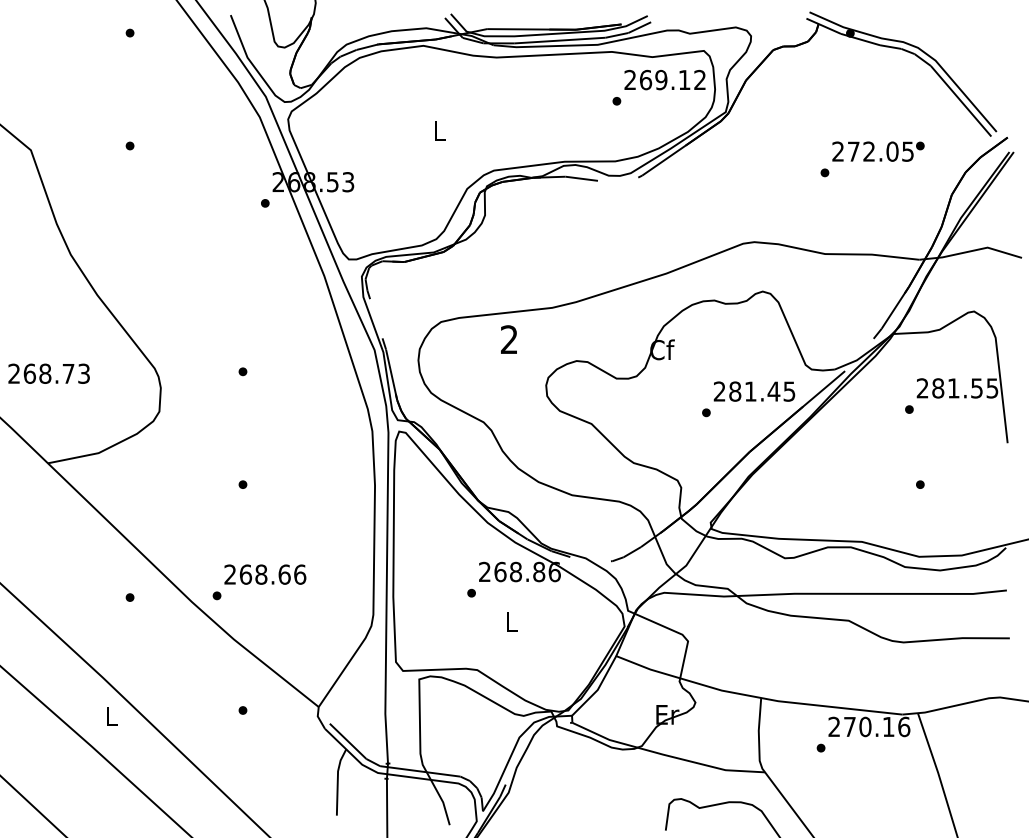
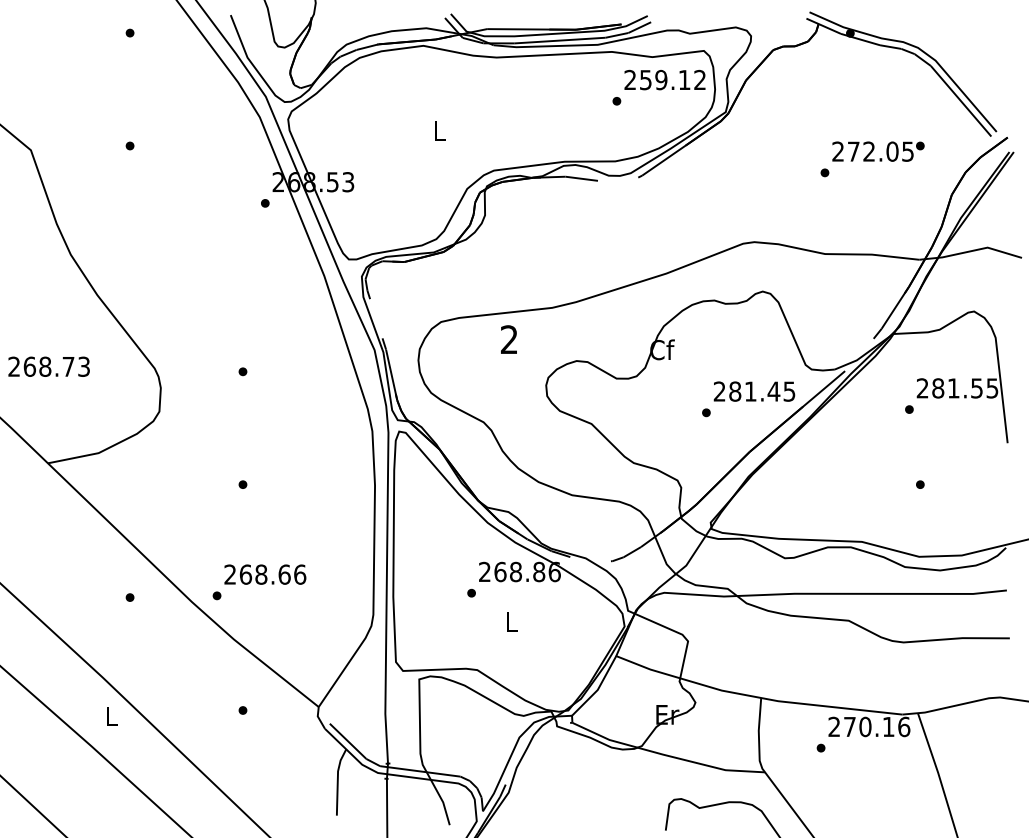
text at (646, 79): 269.12 -> 259.12
text at (48, 373) position: (48, 373) -> (48, 366)
